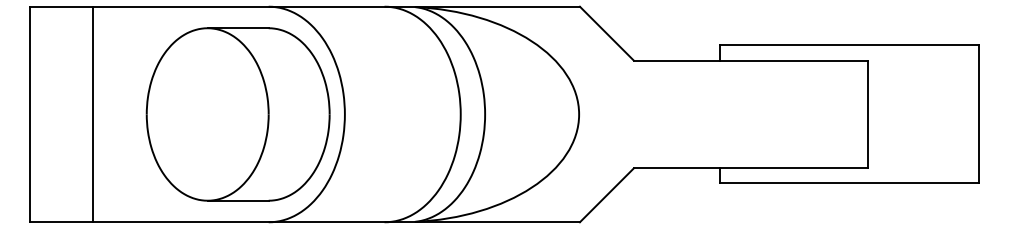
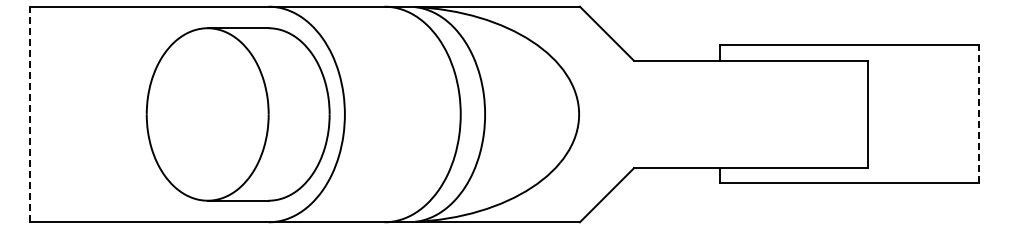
line at (30, 114): solid -> dashed
line at (93, 114): present -> none
line at (978, 114): solid -> dashed
